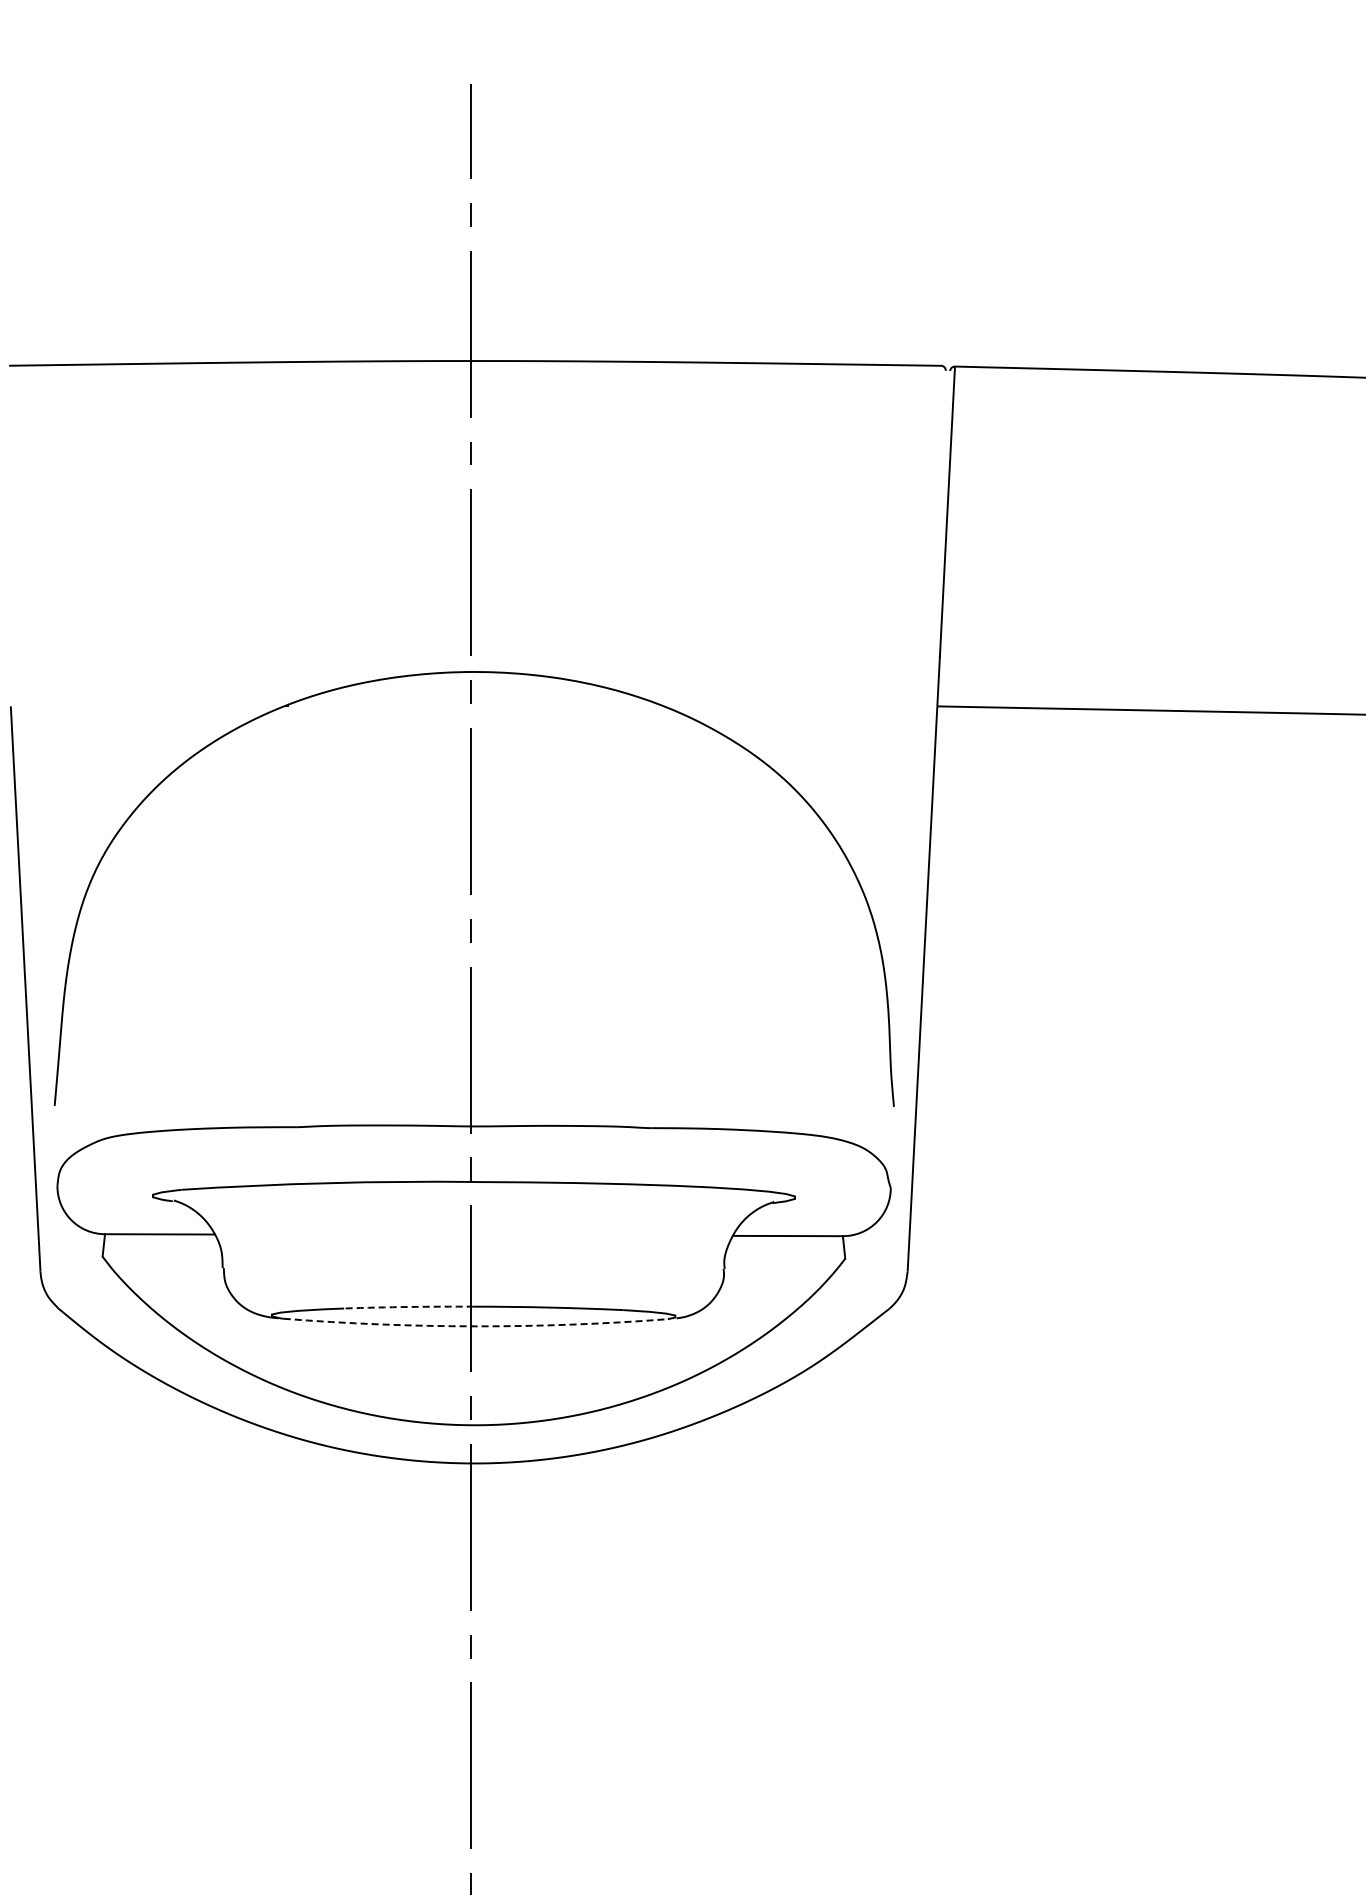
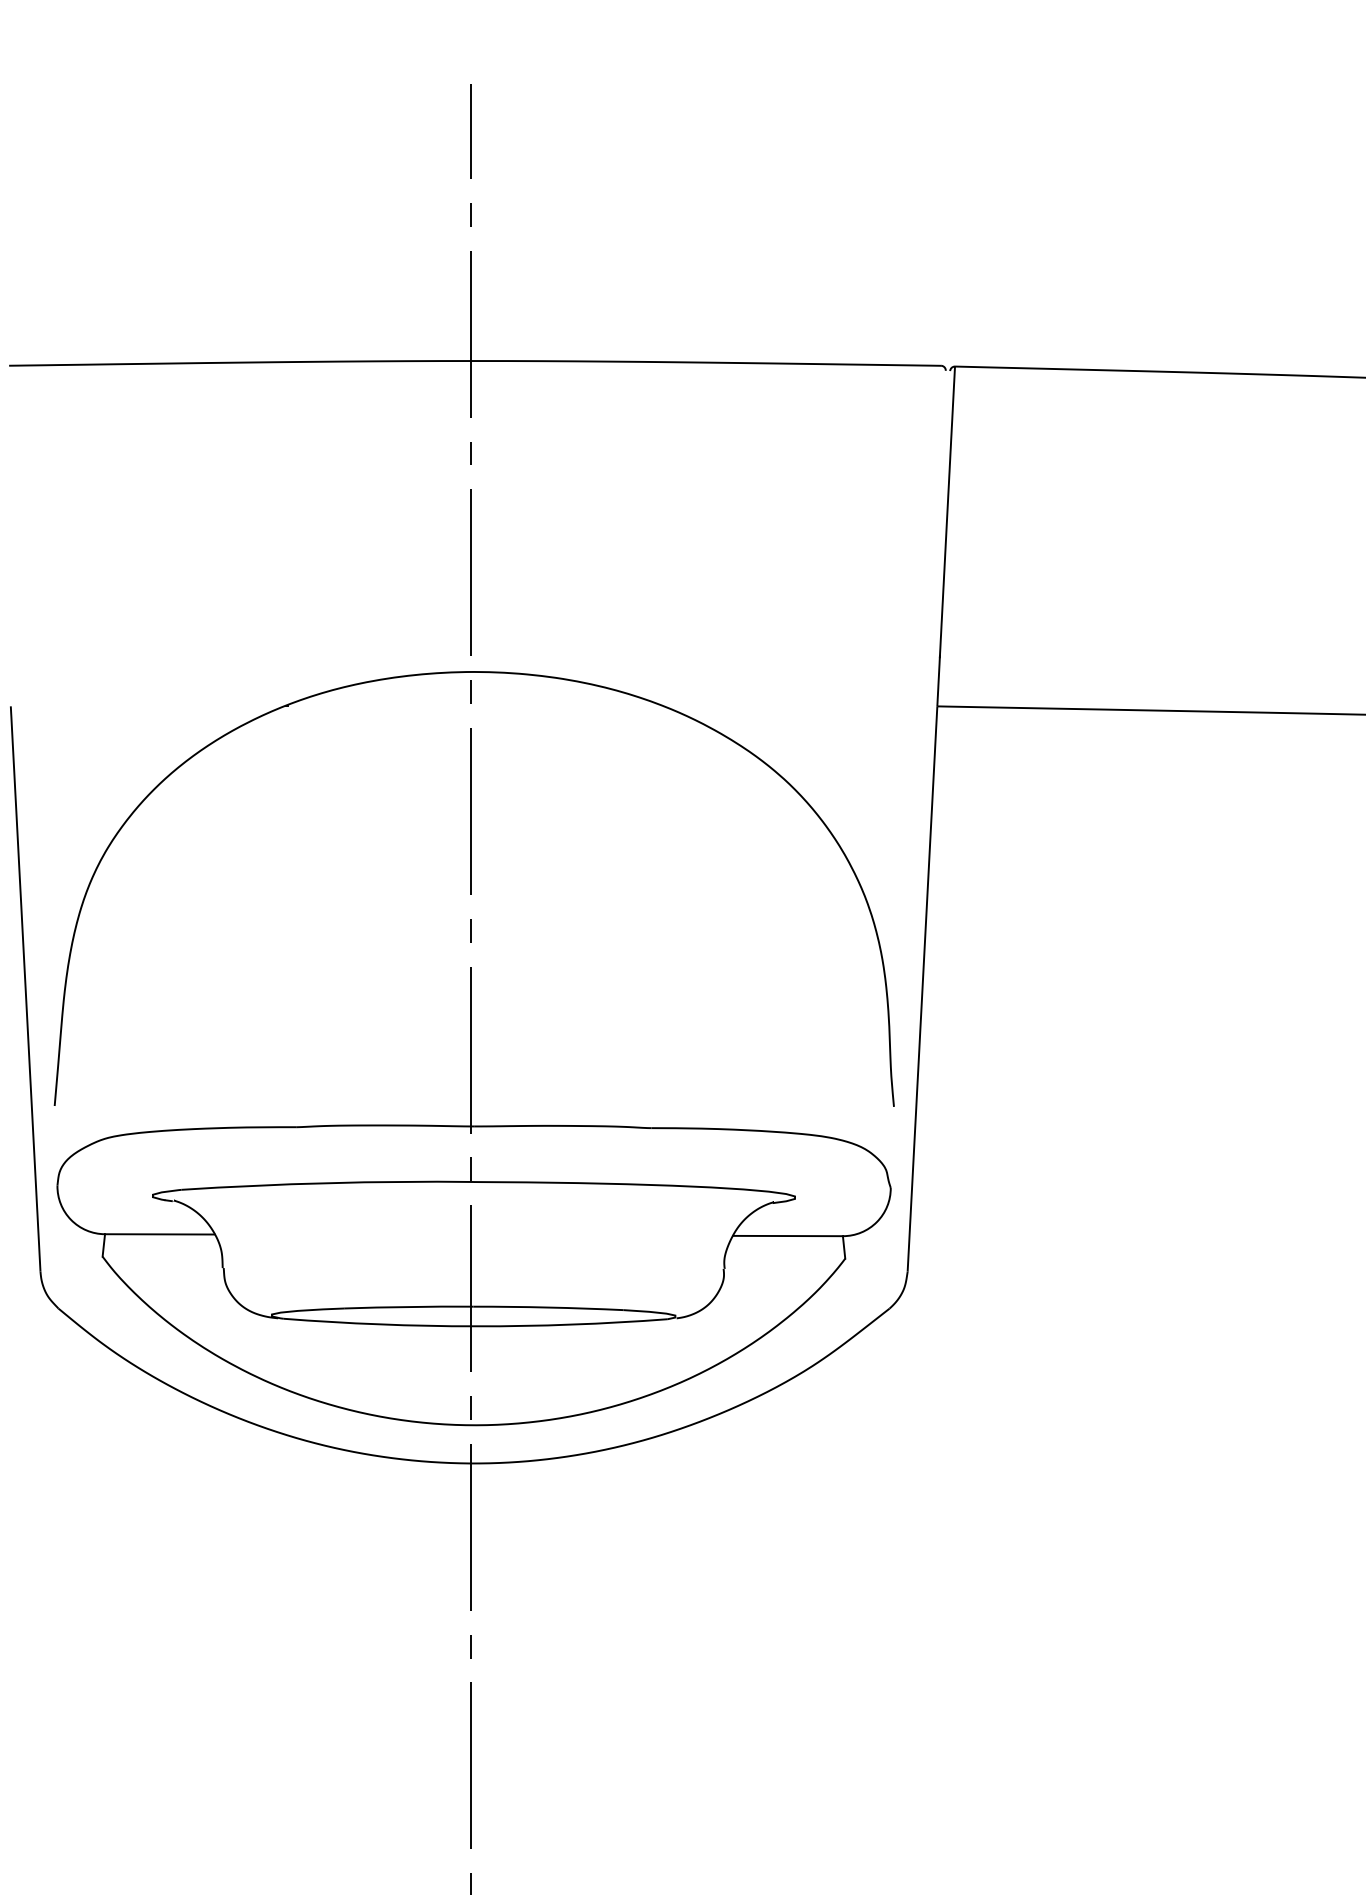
arc at (408, 1306): dashed -> solid
arc at (475, 1326): dashed -> solid
